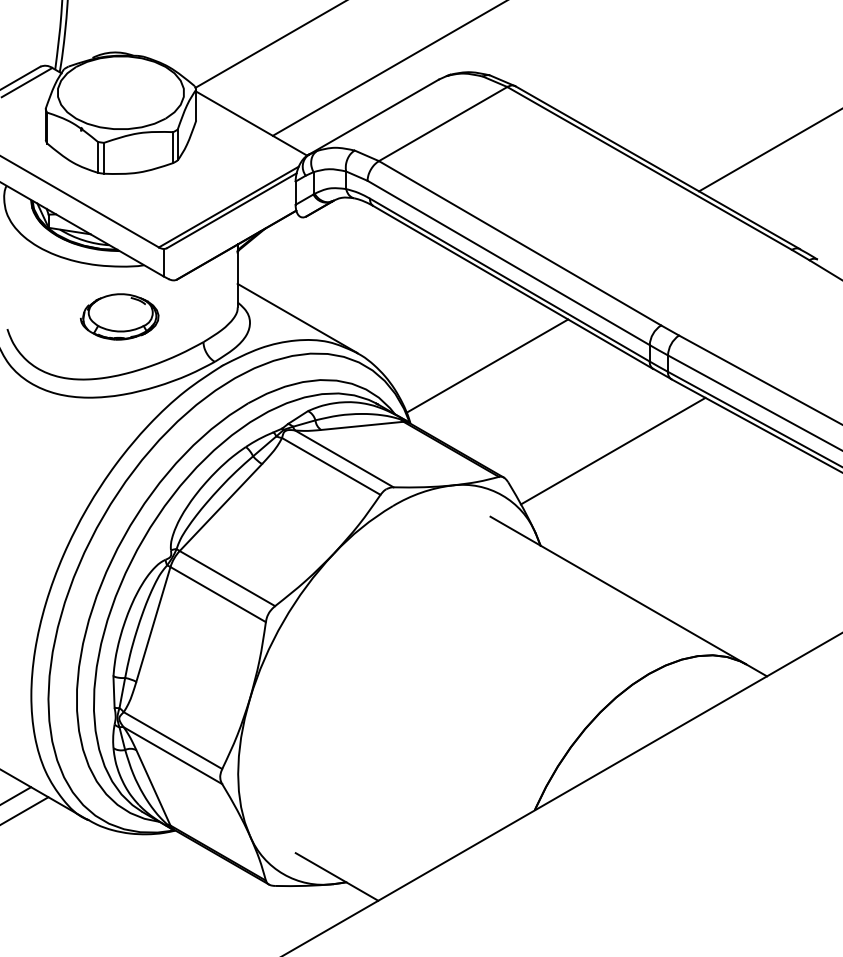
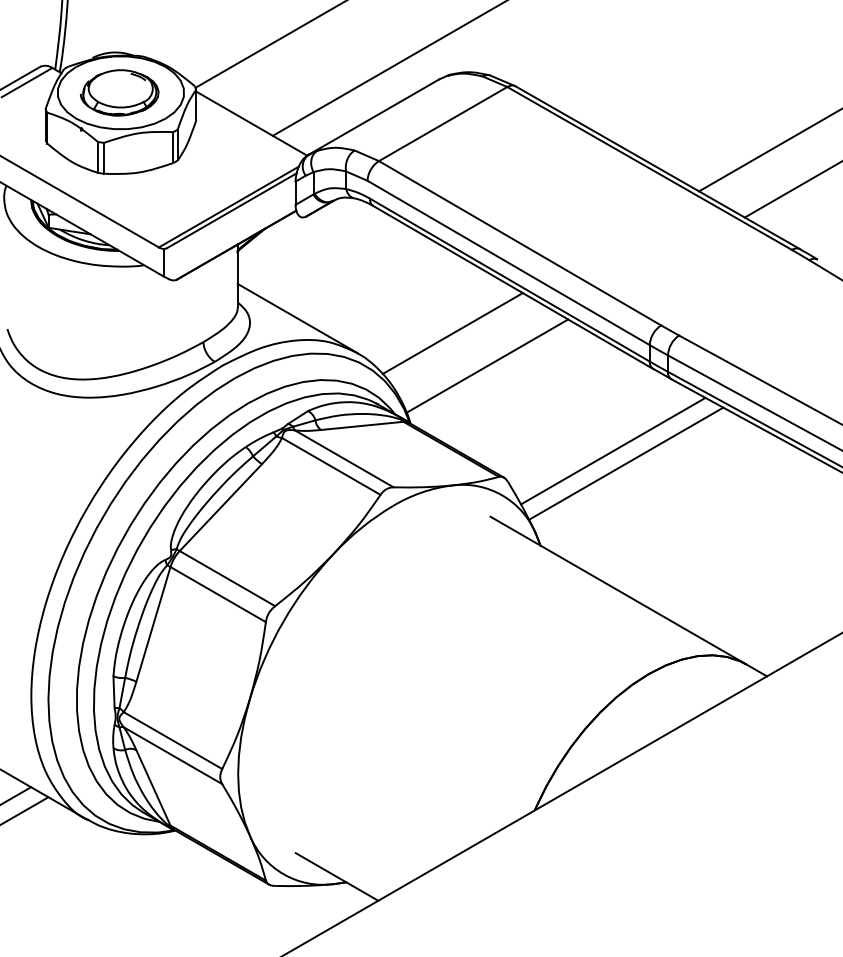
line at (791, 190): none -> present
part at (119, 316) position: (119, 316) -> (119, 92)
line at (452, 333): none -> present
line at (625, 463): none -> present
